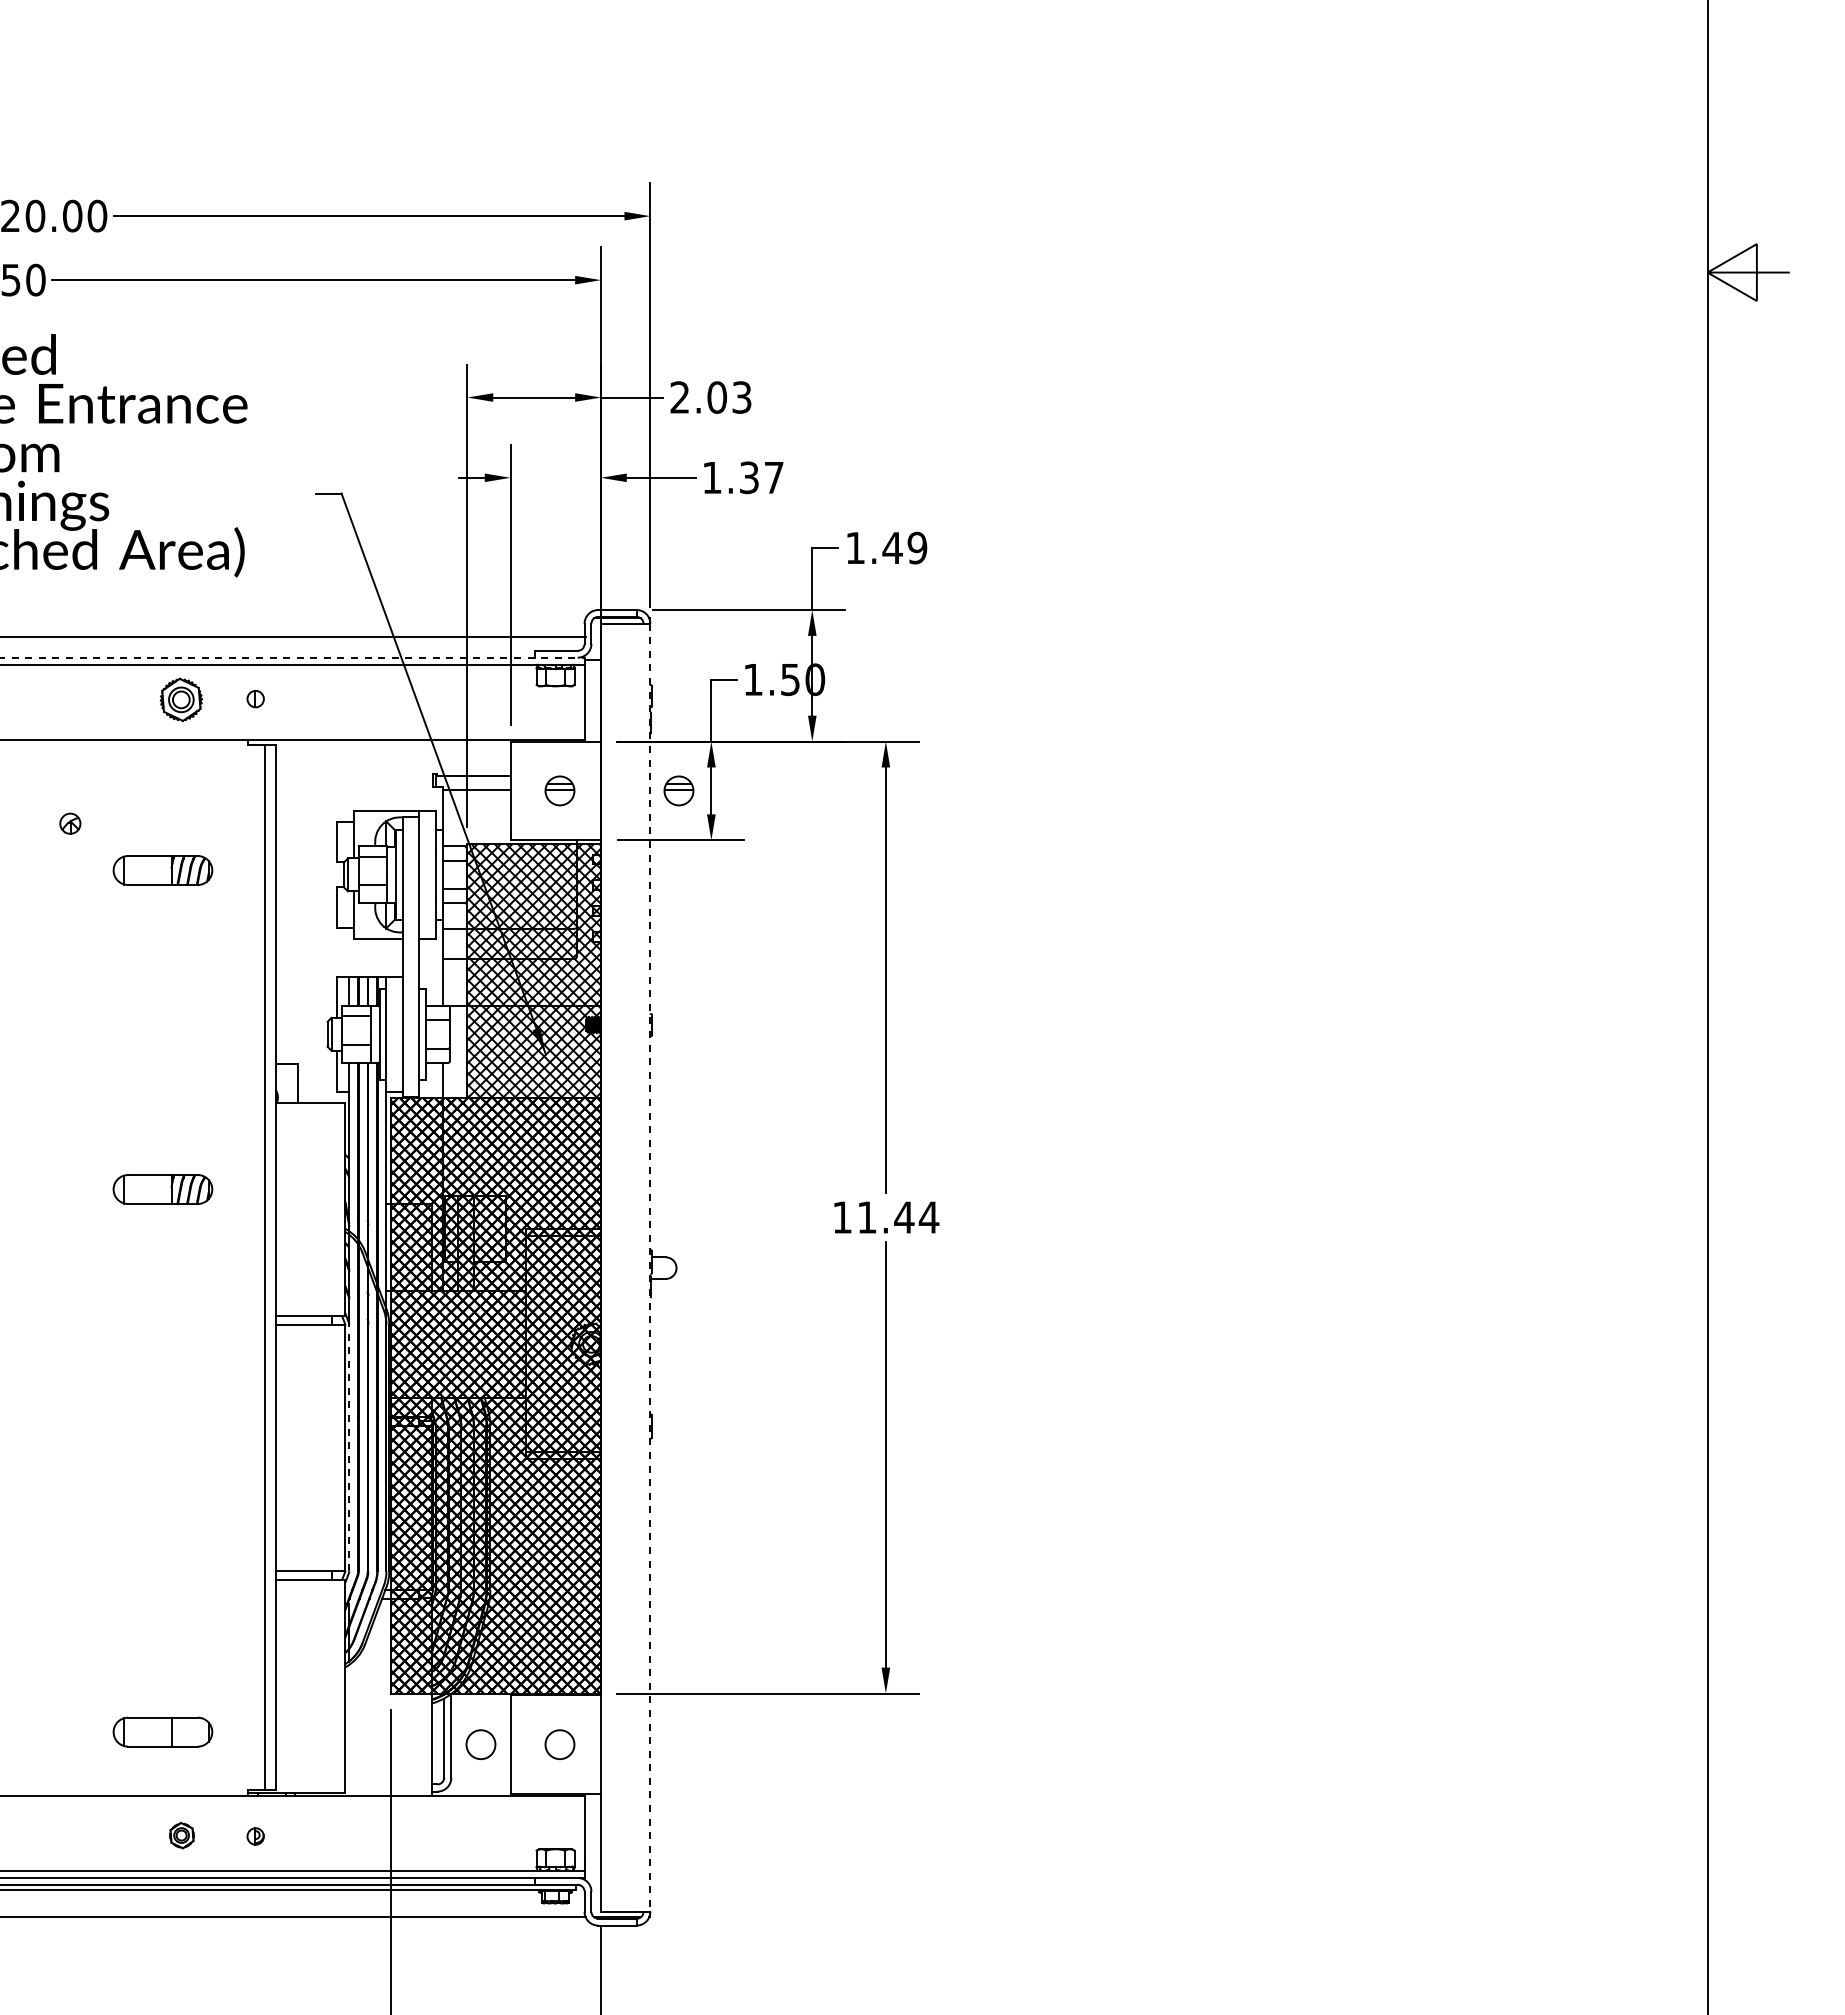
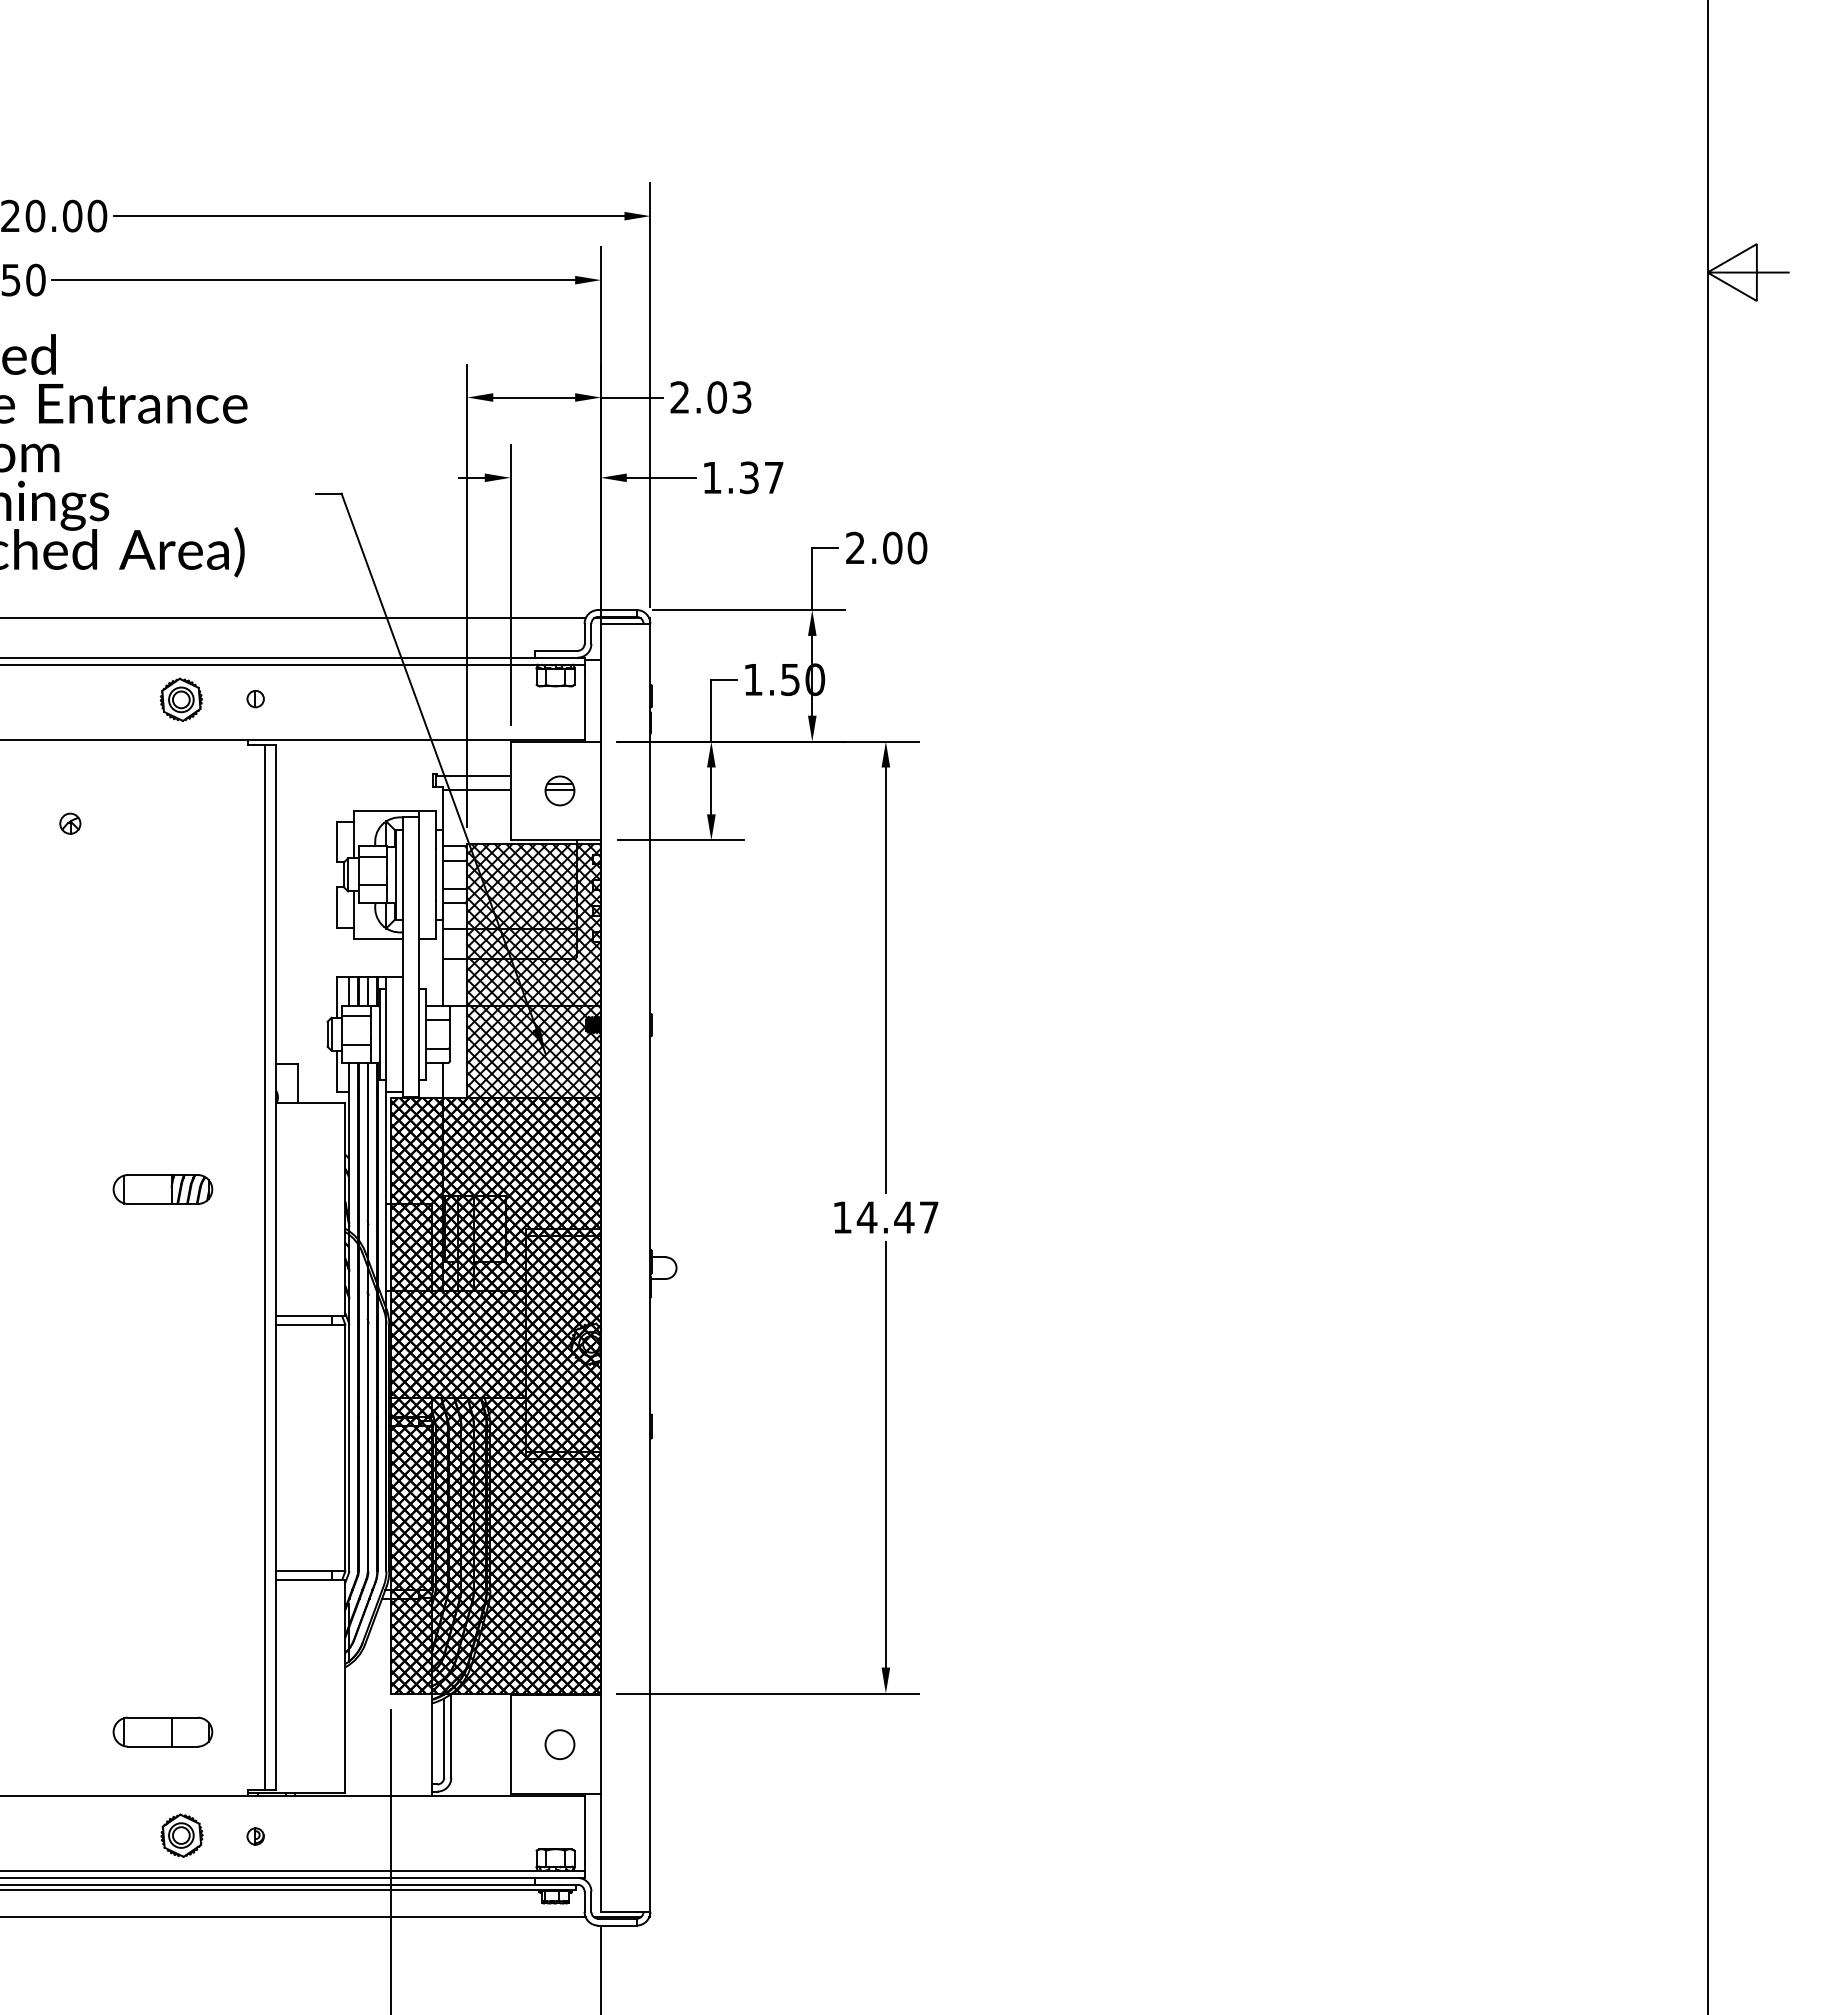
text at (886, 547): 1.49 -> 2.00
line at (293, 637) position: (293, 637) -> (293, 618)
line at (292, 657): dashed -> solid
part at (678, 790): present -> none
part at (162, 870): present -> none
text at (897, 1217): 11.44 -> 14.47
line at (650, 1268): dashed -> solid
line at (349, 1447): dashed -> solid
circle at (480, 1744): present -> none
part at (181, 1835) size: 26x28 px -> 44x45 px
